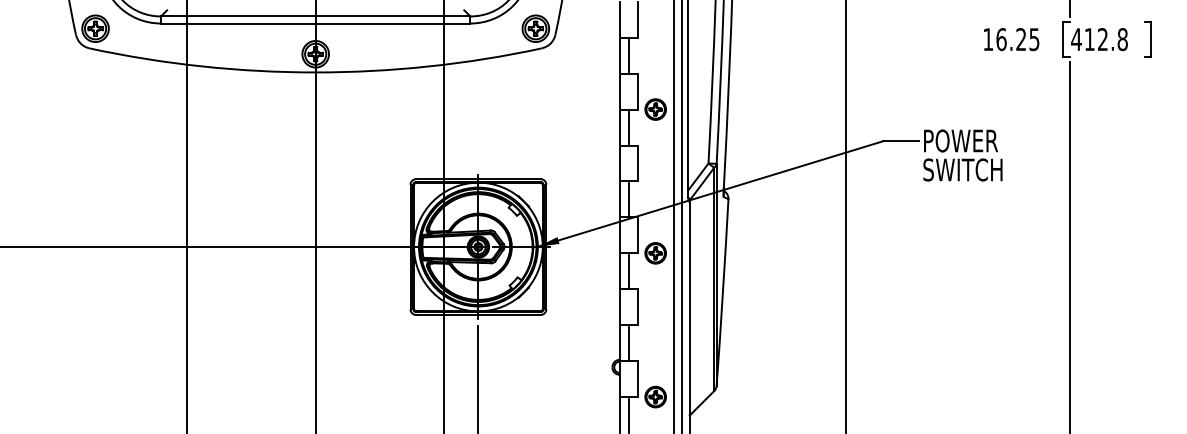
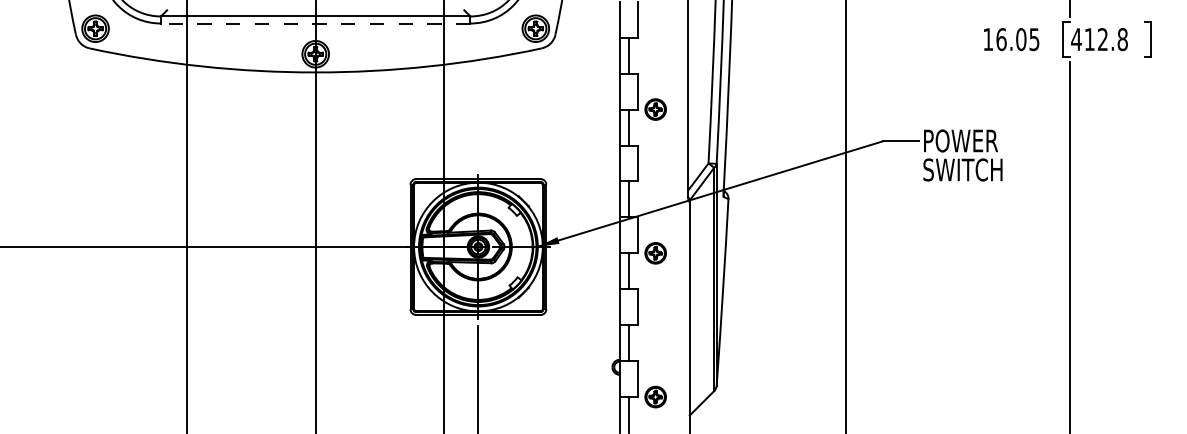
line at (315, 23): solid -> dashed
text at (1021, 39): 16.25 -> 16.05
line at (673, 216): present -> none
line at (681, 216): present -> none
